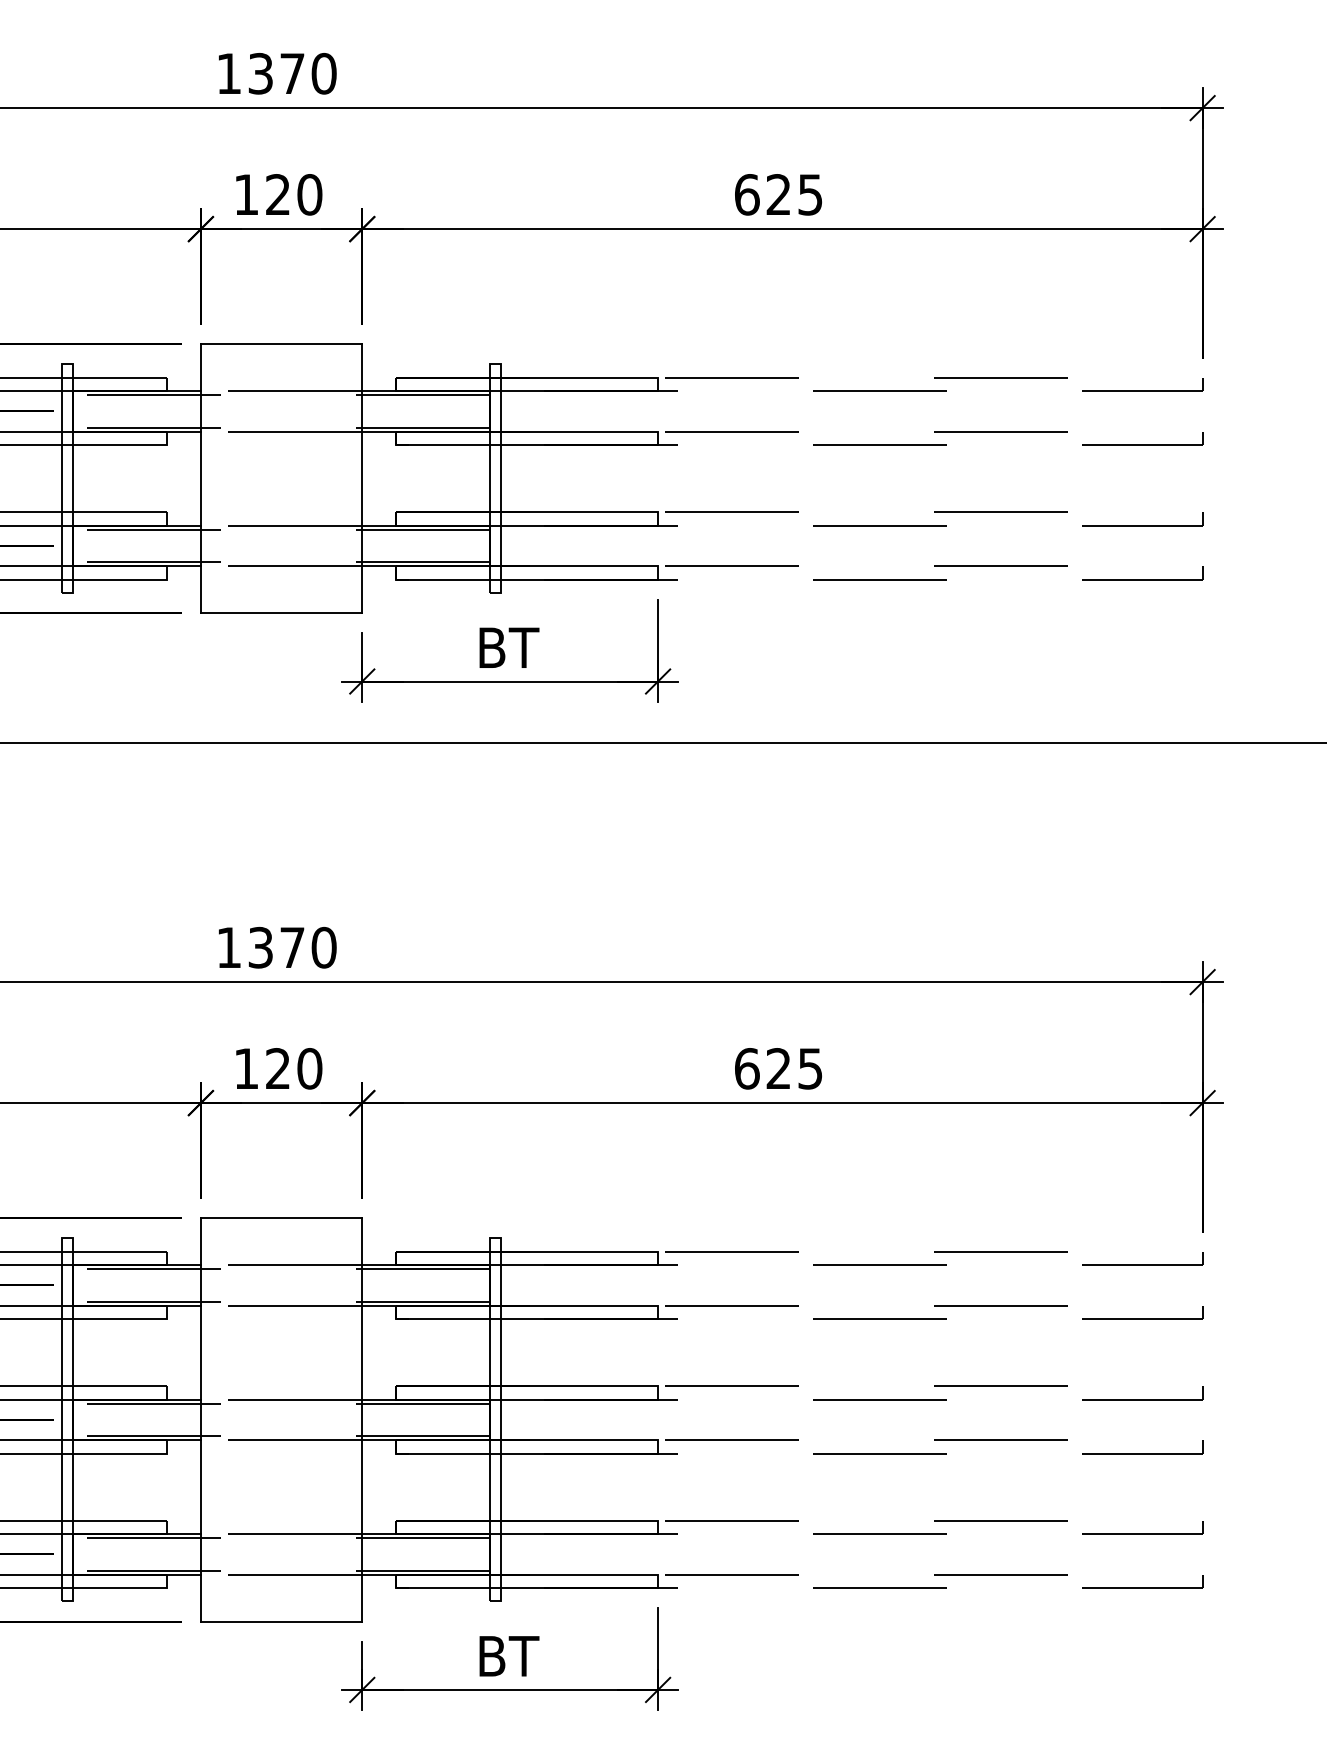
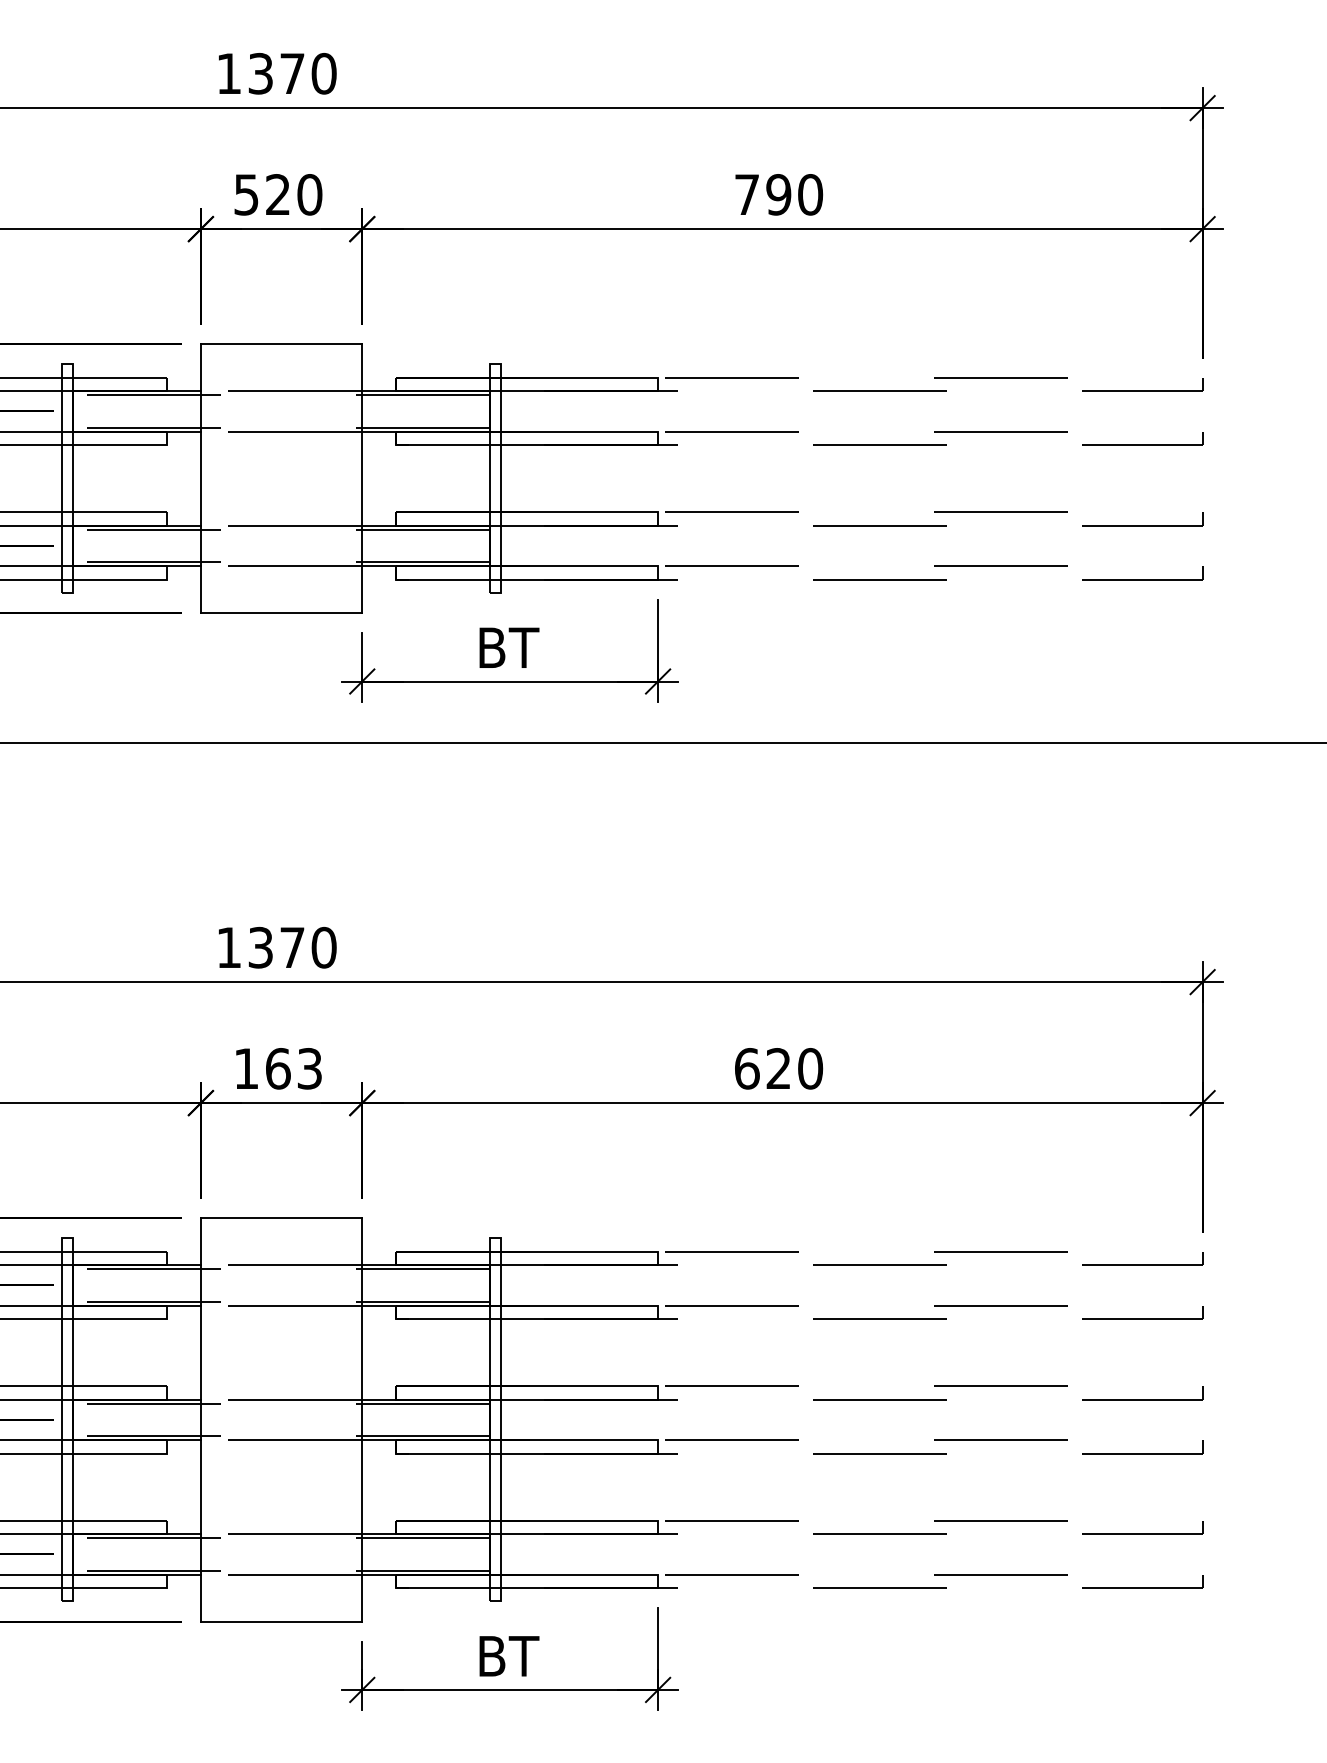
text at (246, 194): 120 -> 520
text at (779, 194): 625 -> 790
text at (294, 1068): 120 -> 163
text at (810, 1068): 625 -> 620
